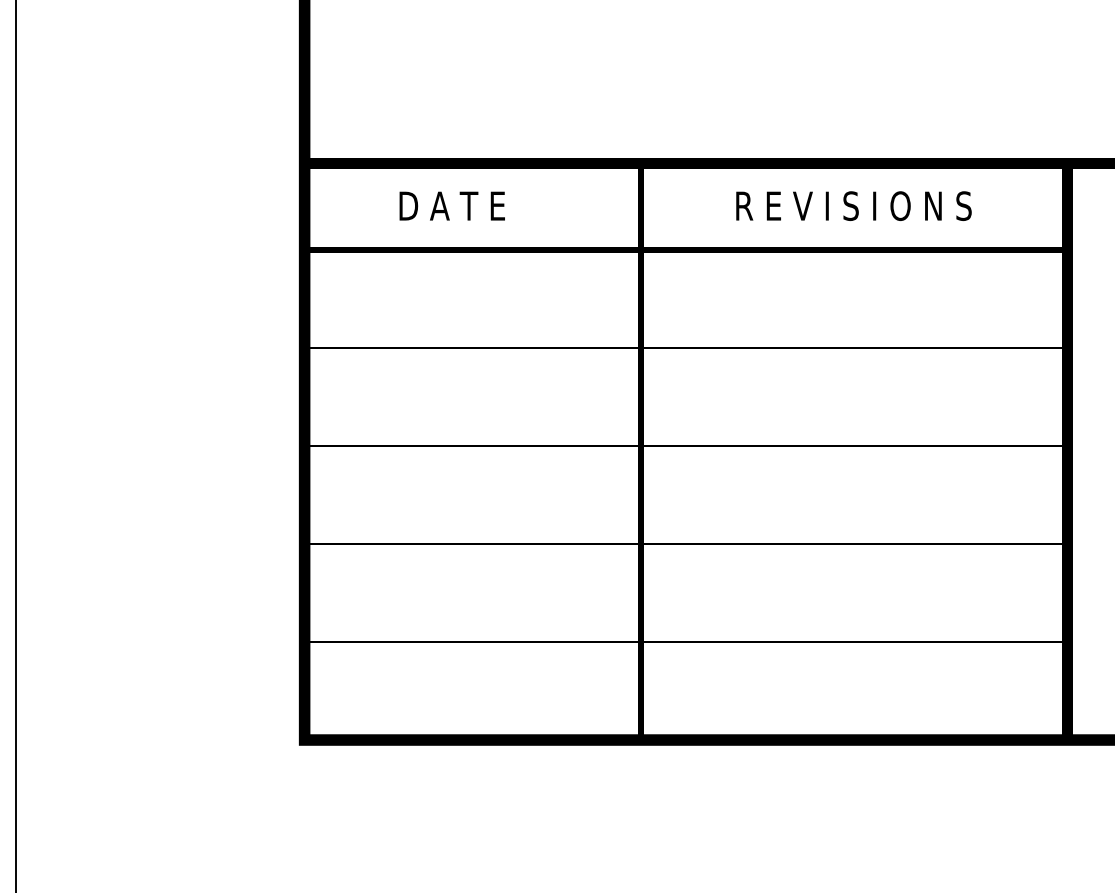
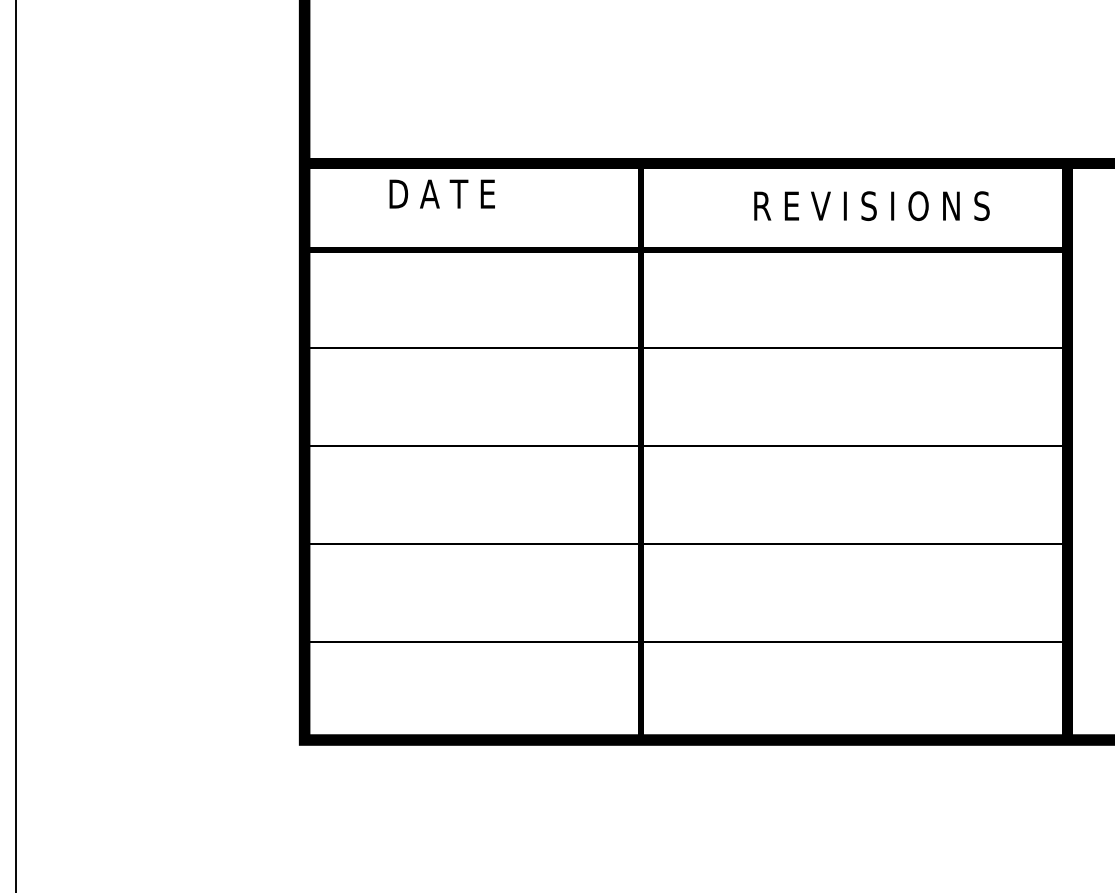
text at (451, 205) position: (451, 205) -> (441, 193)
text at (853, 205) position: (853, 205) -> (871, 205)
